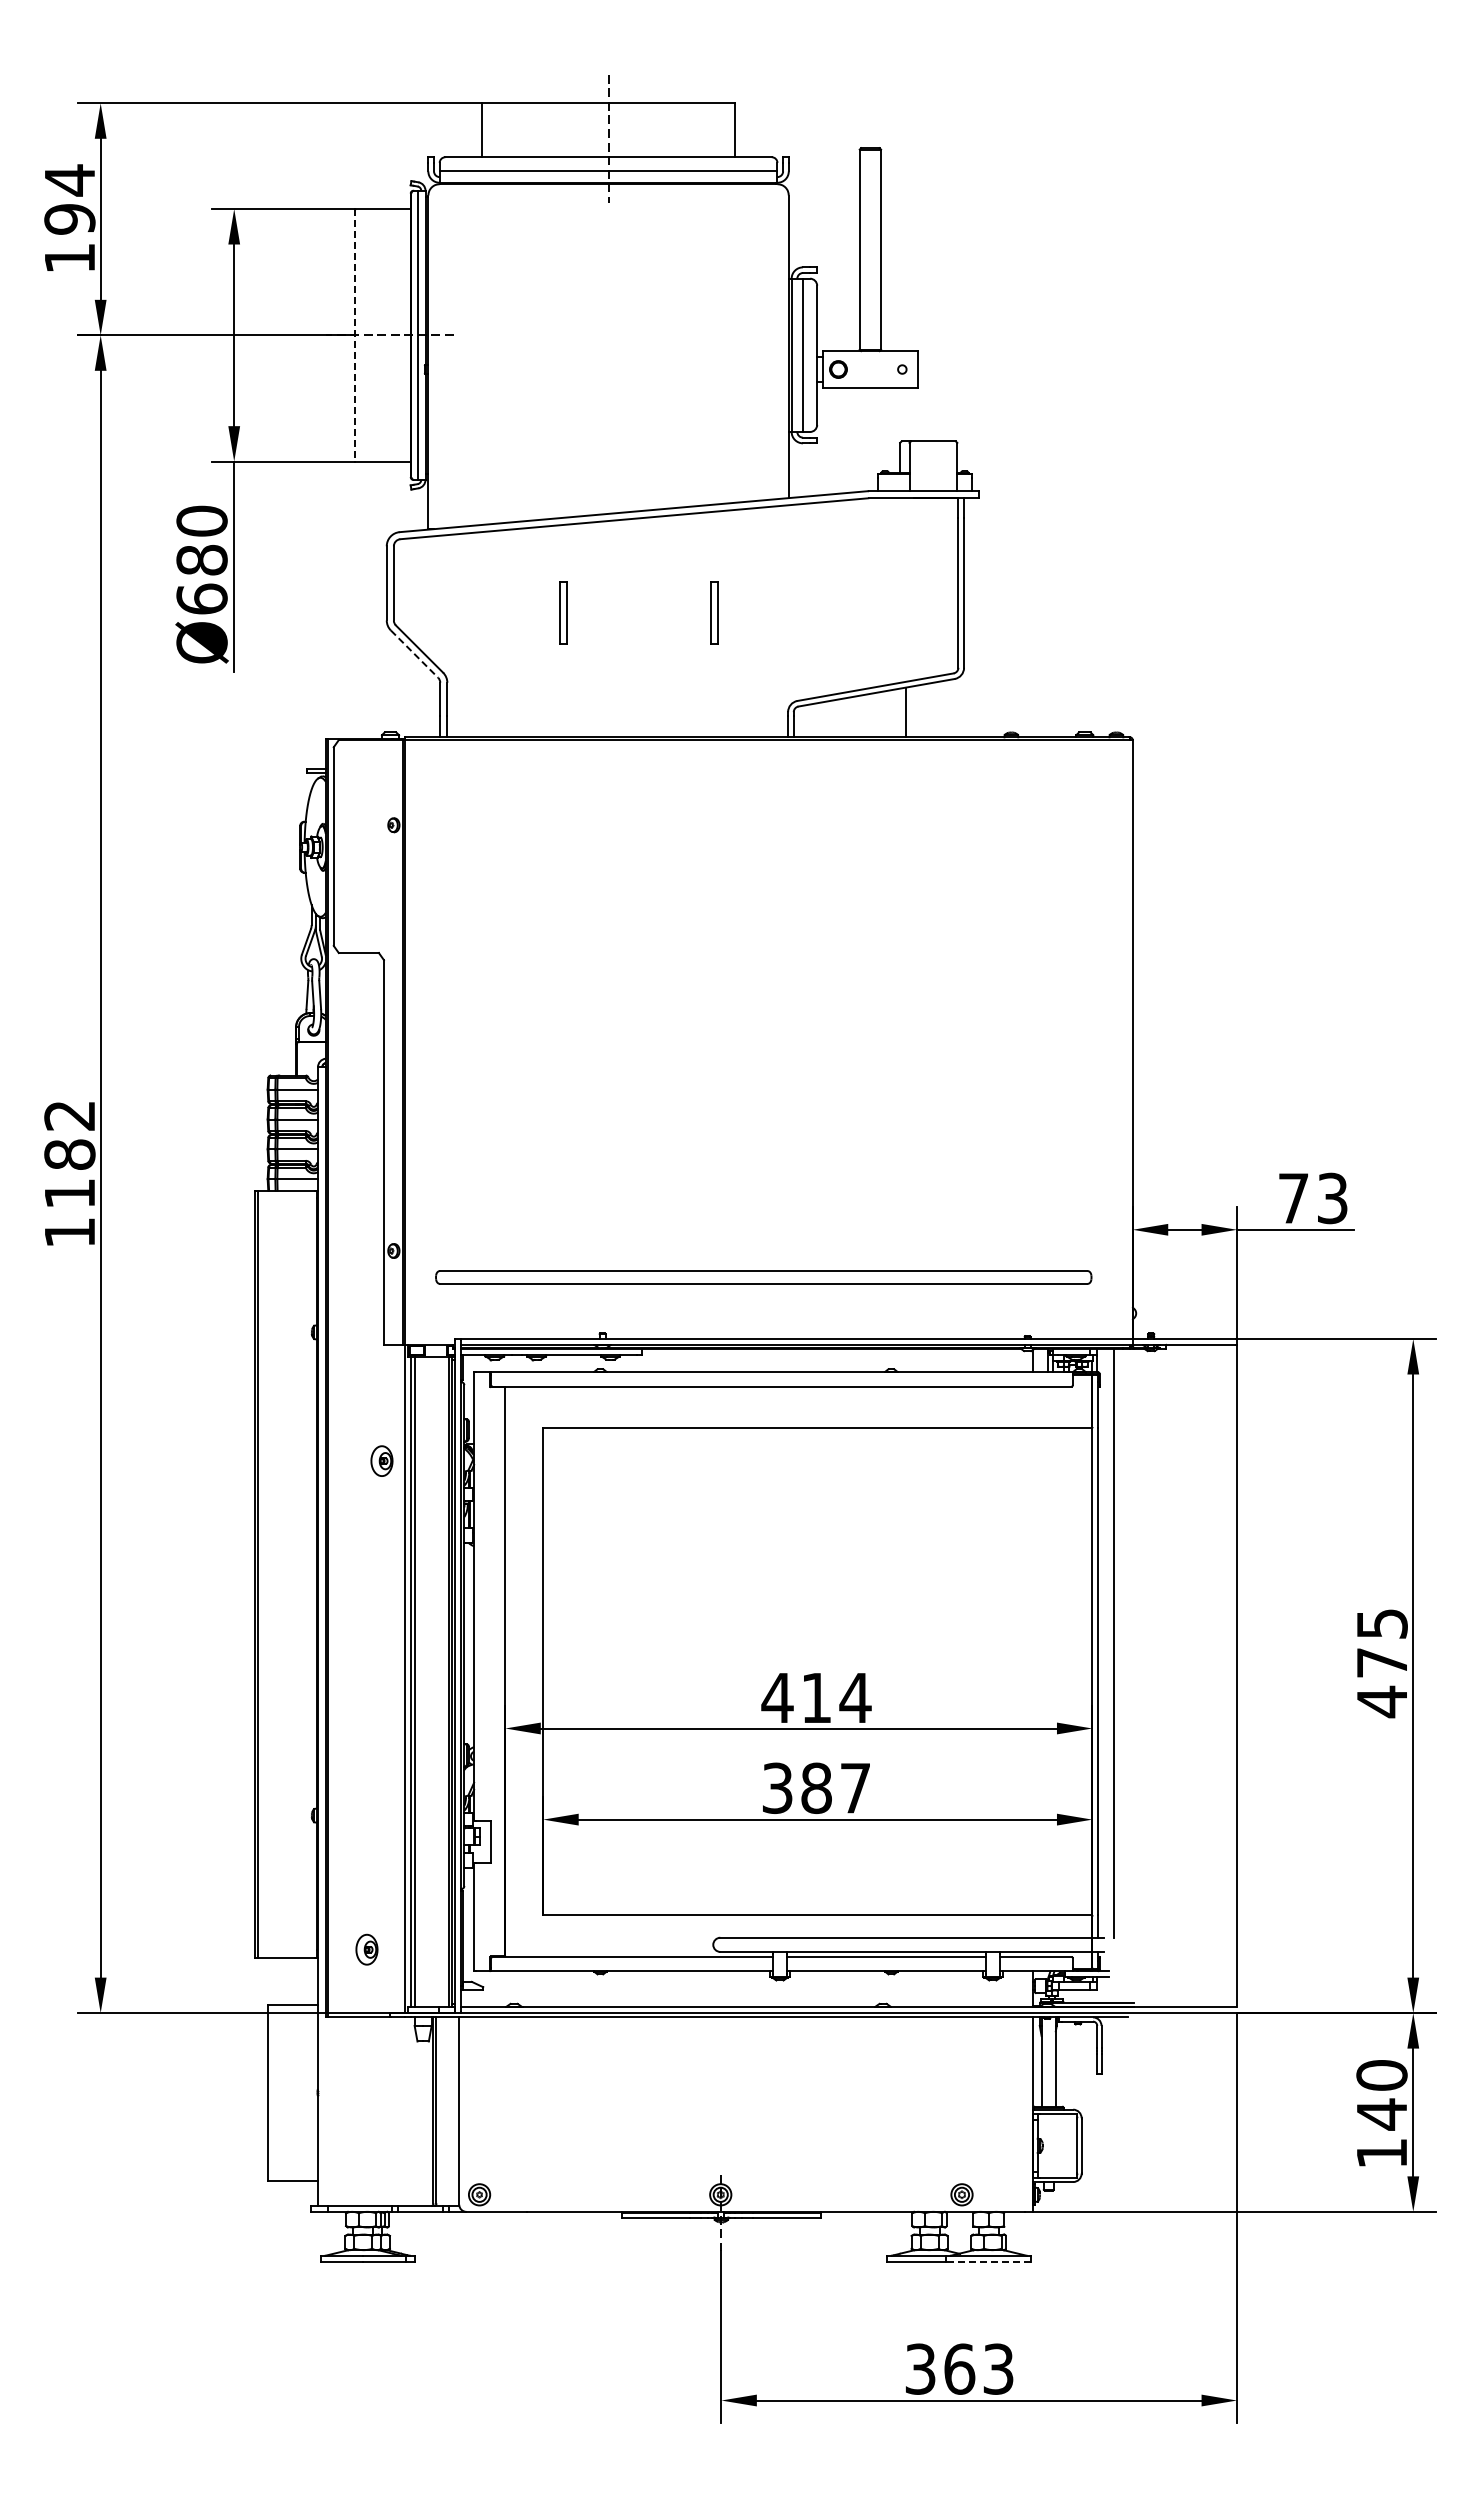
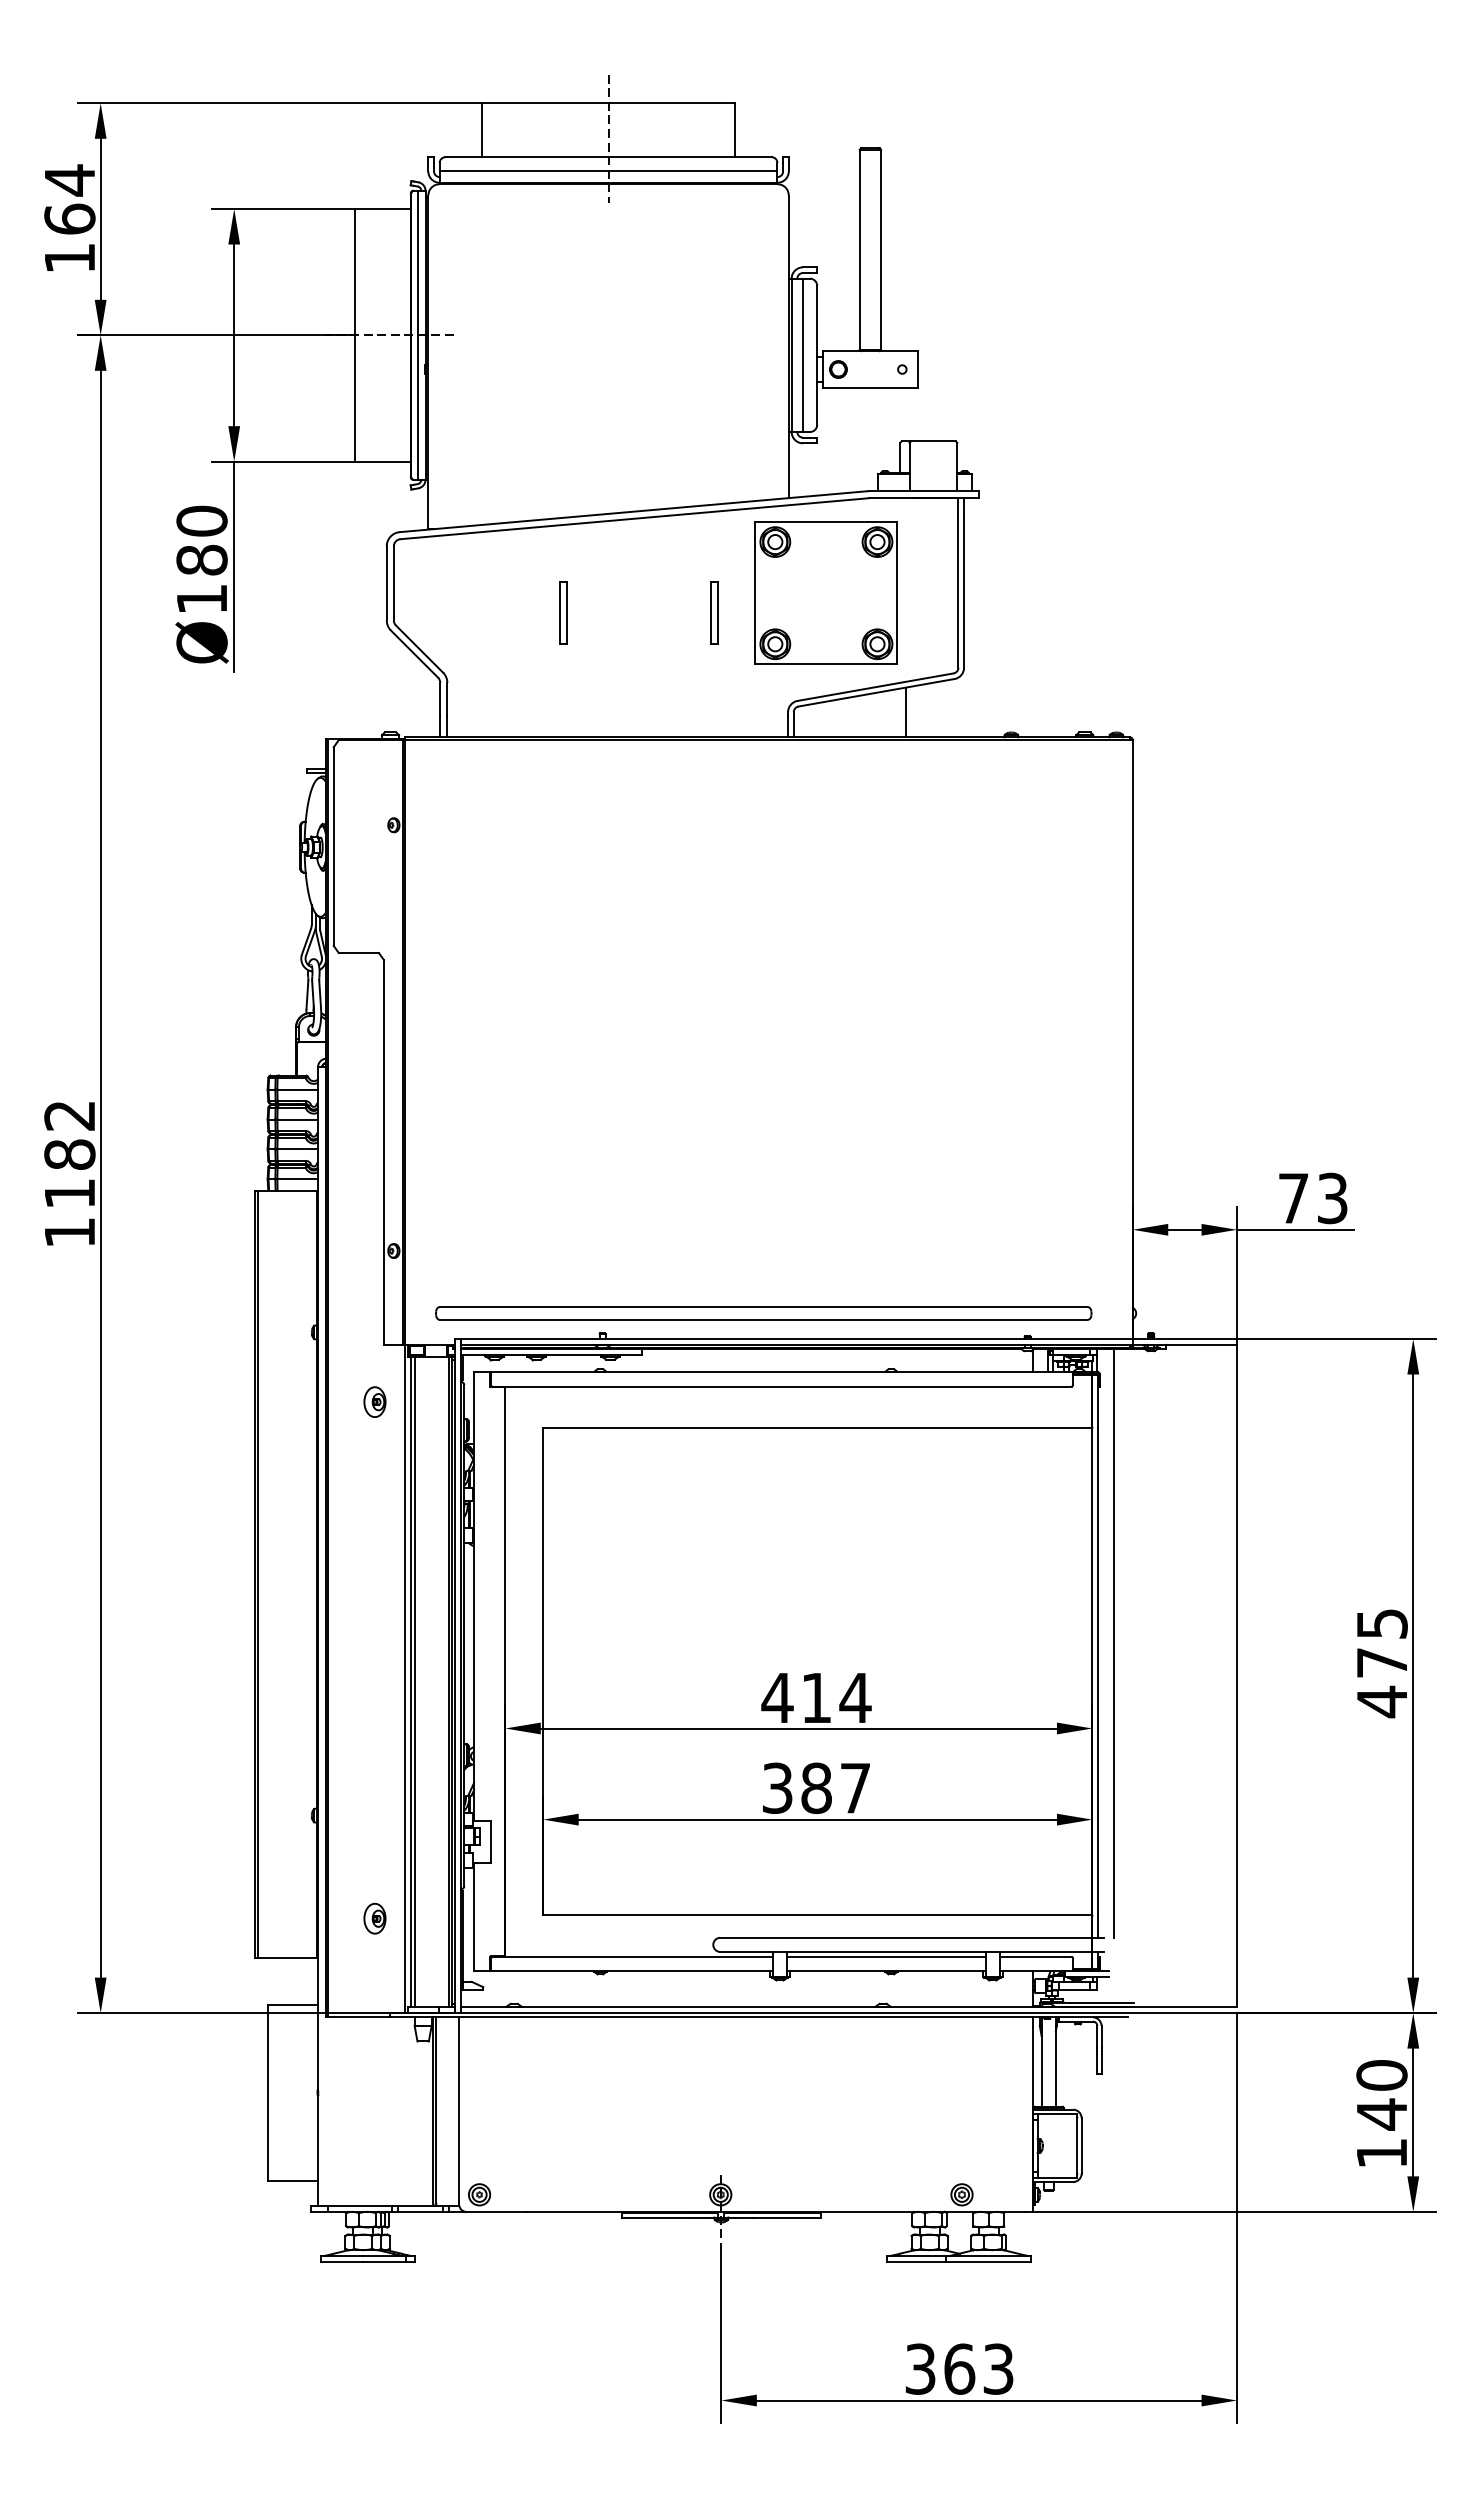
text at (69, 218): 194 -> 164
line at (354, 335): dashed -> solid
part at (825, 592): none -> present
text at (201, 598): Ø680 -> Ø180
line at (414, 654): dashed -> solid
part at (763, 1277) position: (763, 1277) -> (763, 1313)
part at (381, 1460) position: (381, 1460) -> (374, 1401)
part at (366, 1949) position: (366, 1949) -> (374, 1918)
line at (988, 2261): dashed -> solid
